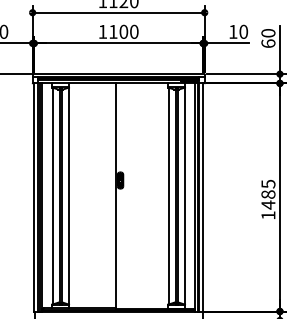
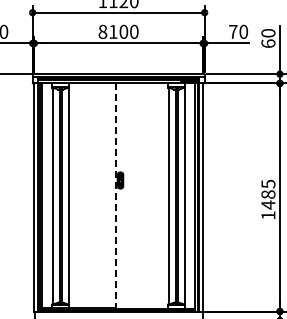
text at (102, 31): 1100 -> 8100
text at (233, 31): 10 -> 70
line at (115, 196): solid -> dashed
